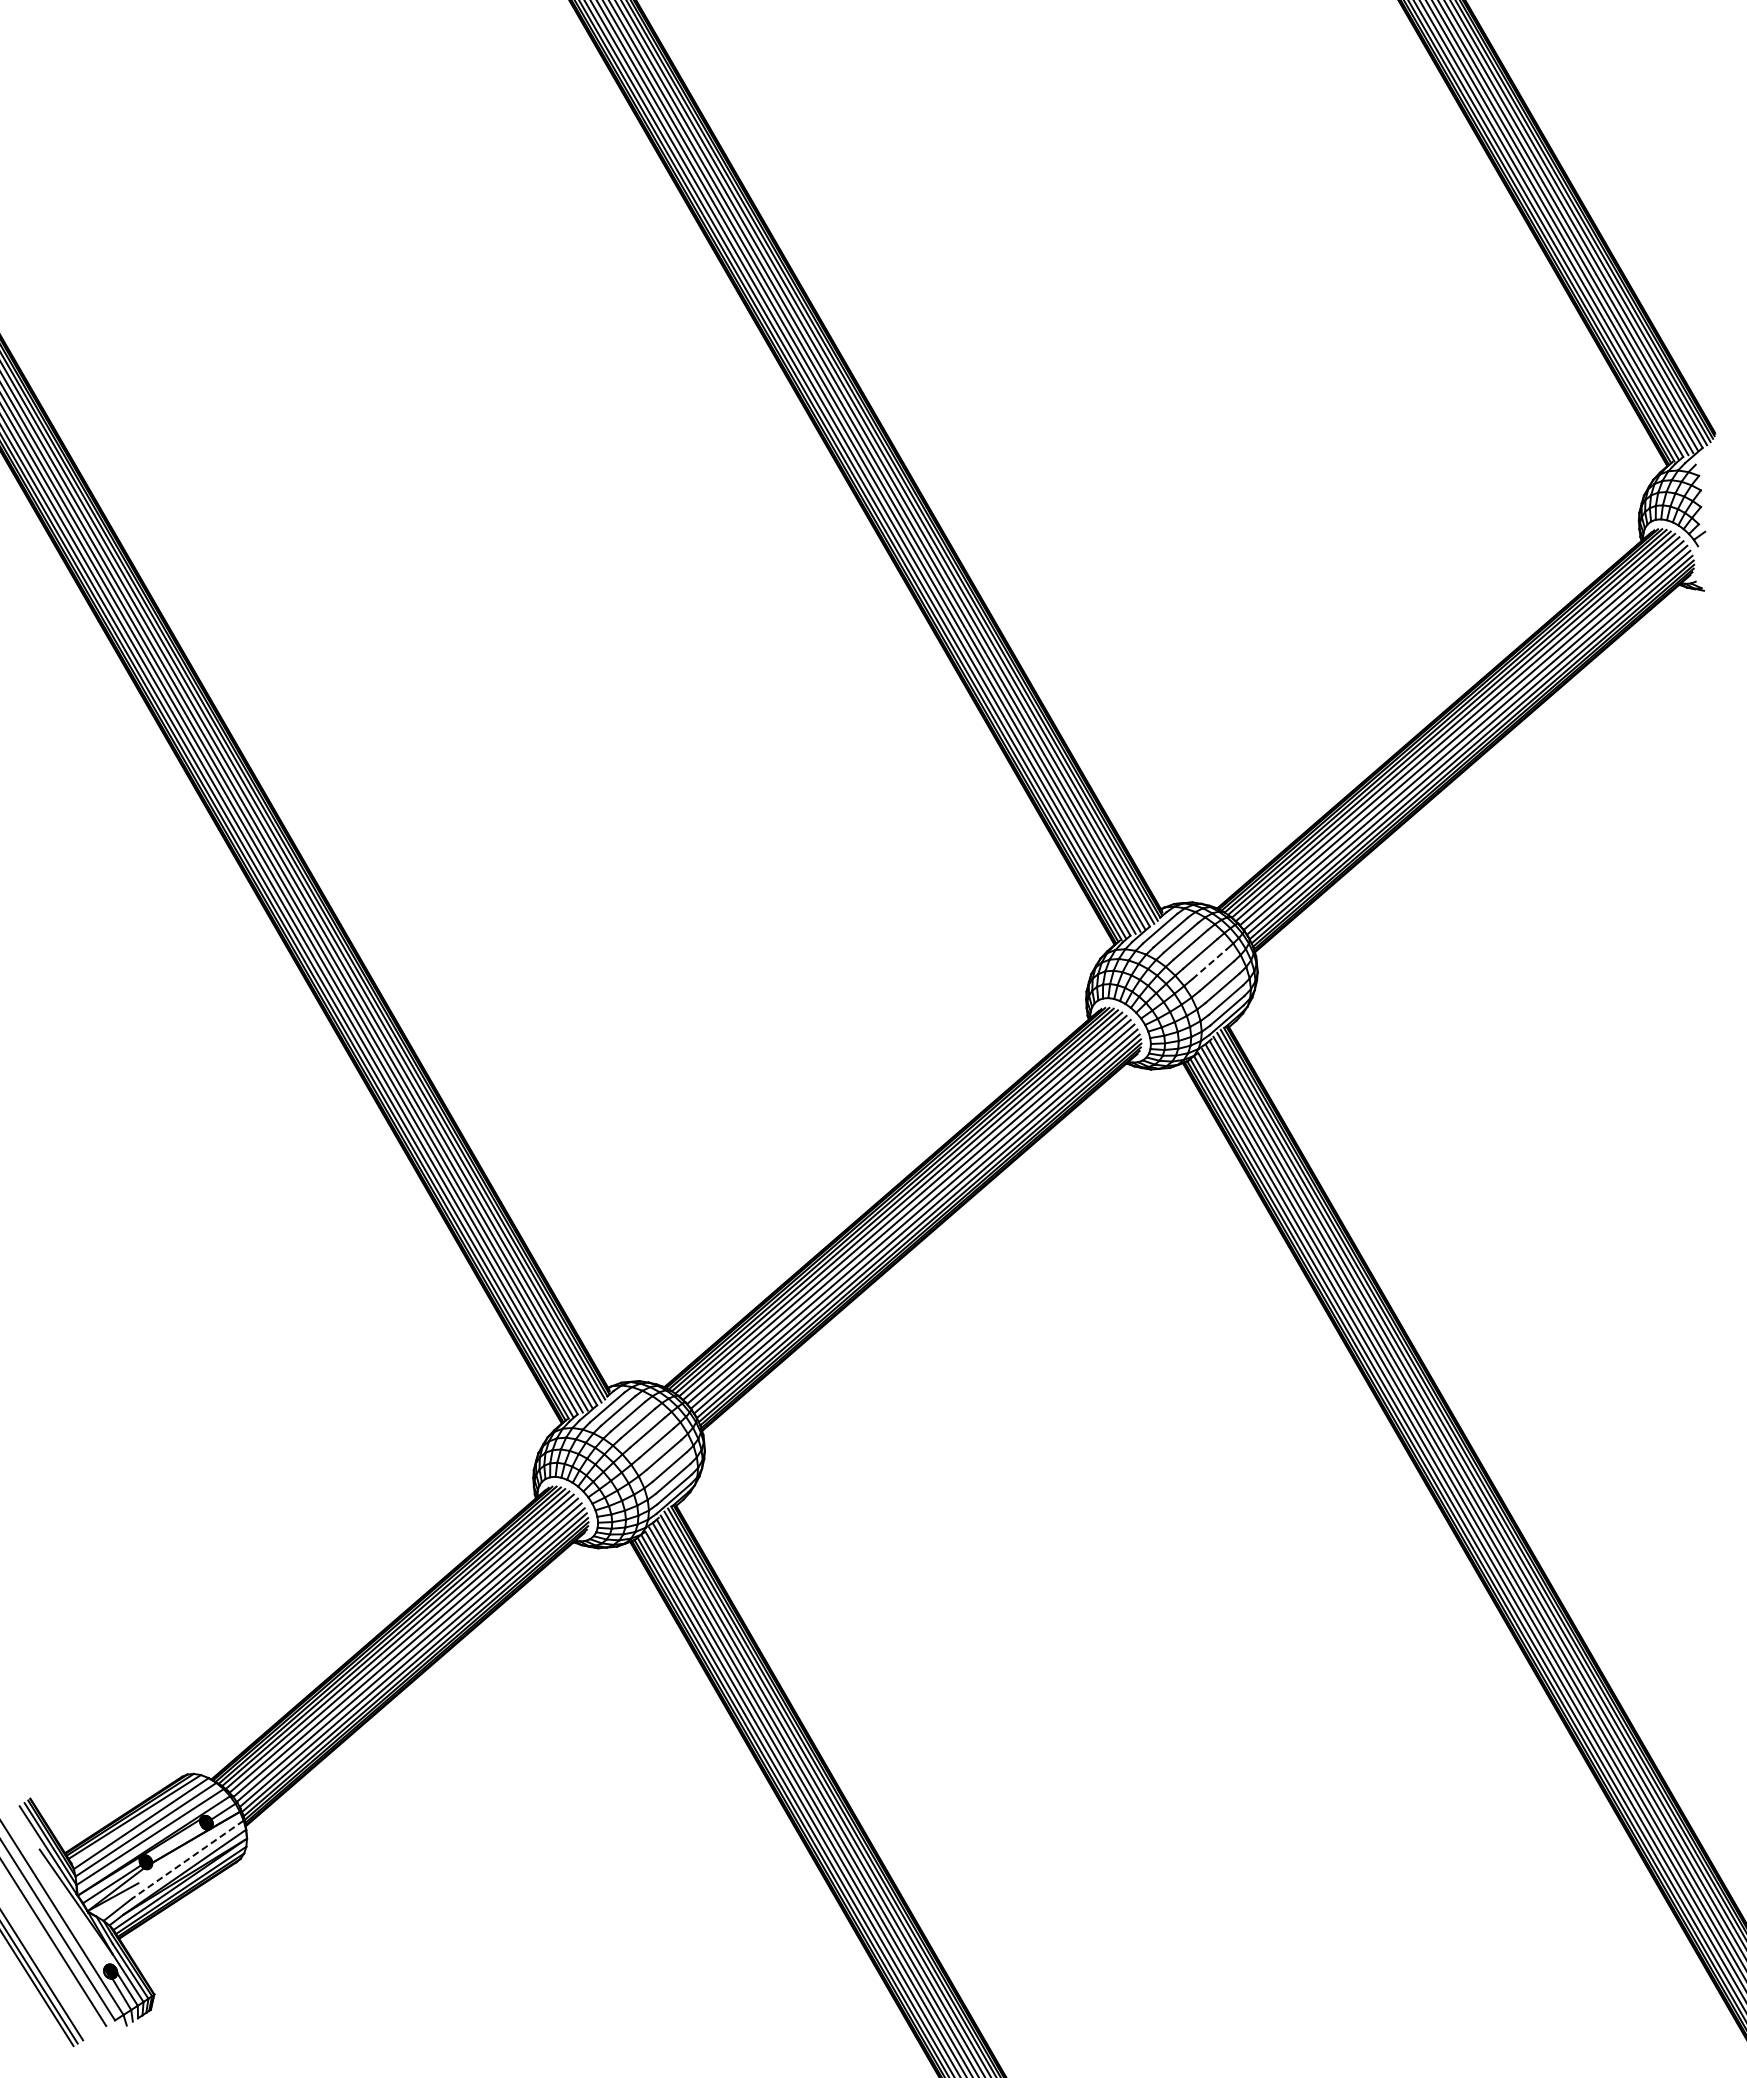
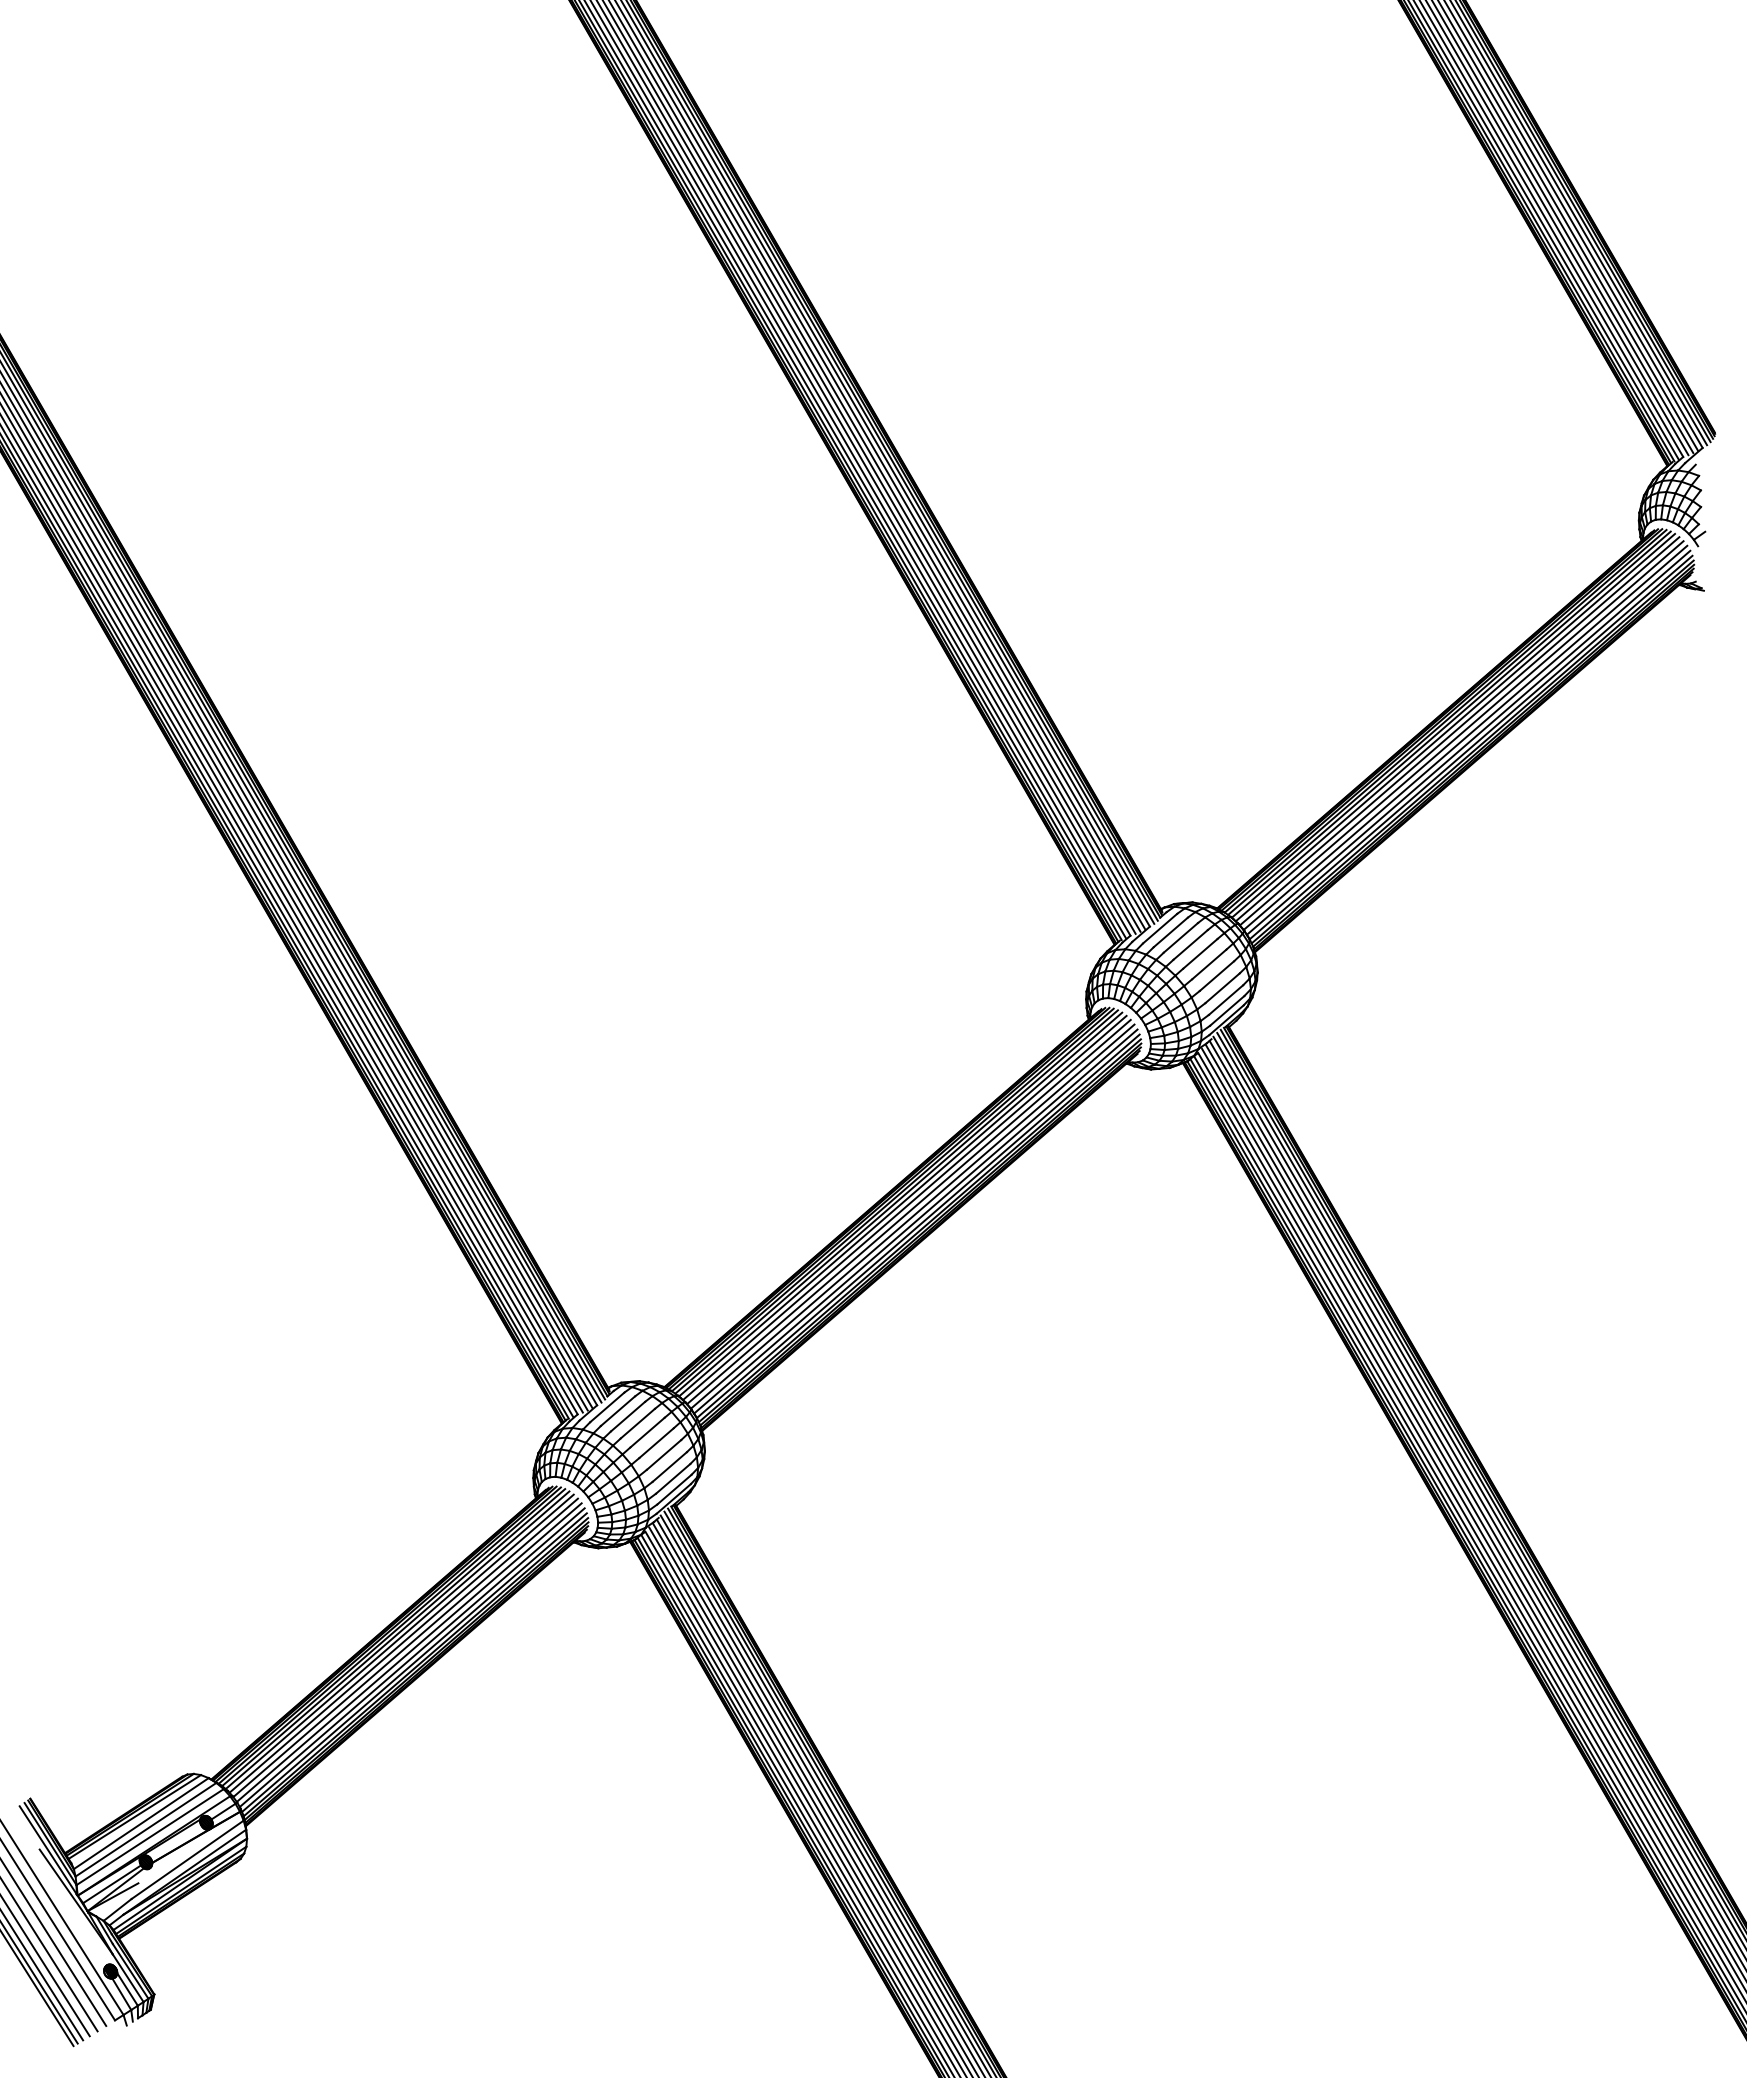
line at (1209, 964): dashed -> solid
line at (187, 1860): dashed -> solid
line at (49, 1955): none -> present
line at (45, 1967): none -> present
